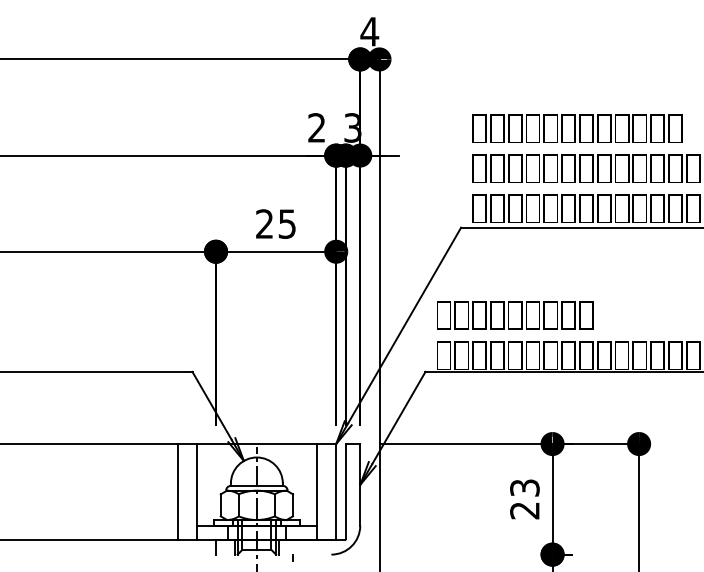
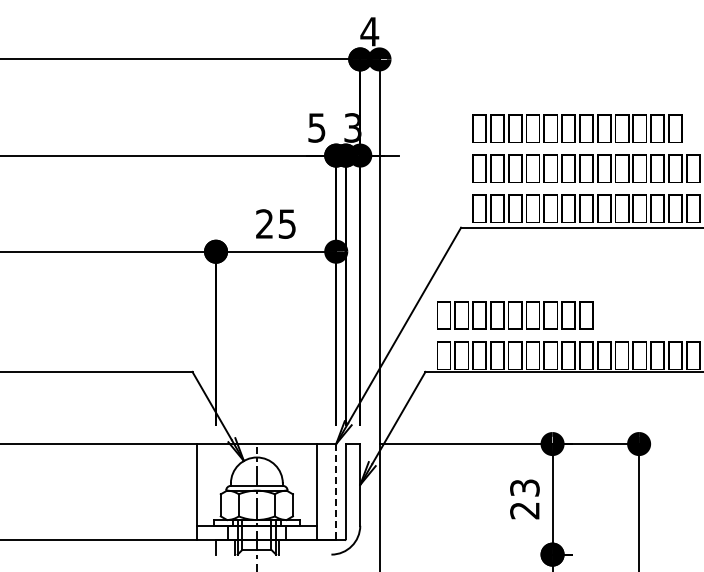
text at (316, 127): 2 -> 5
line at (177, 492): present -> none
line at (336, 492): solid -> dashed
line at (292, 557): present -> none
